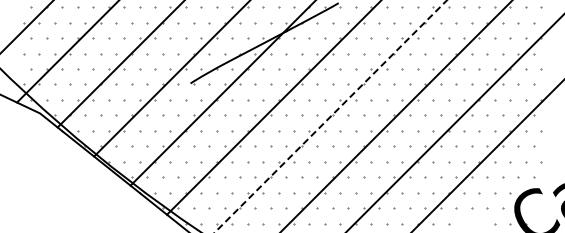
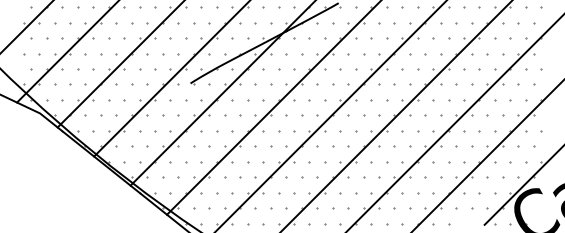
line at (331, 116): dashed -> solid
line at (522, 186): none -> present
